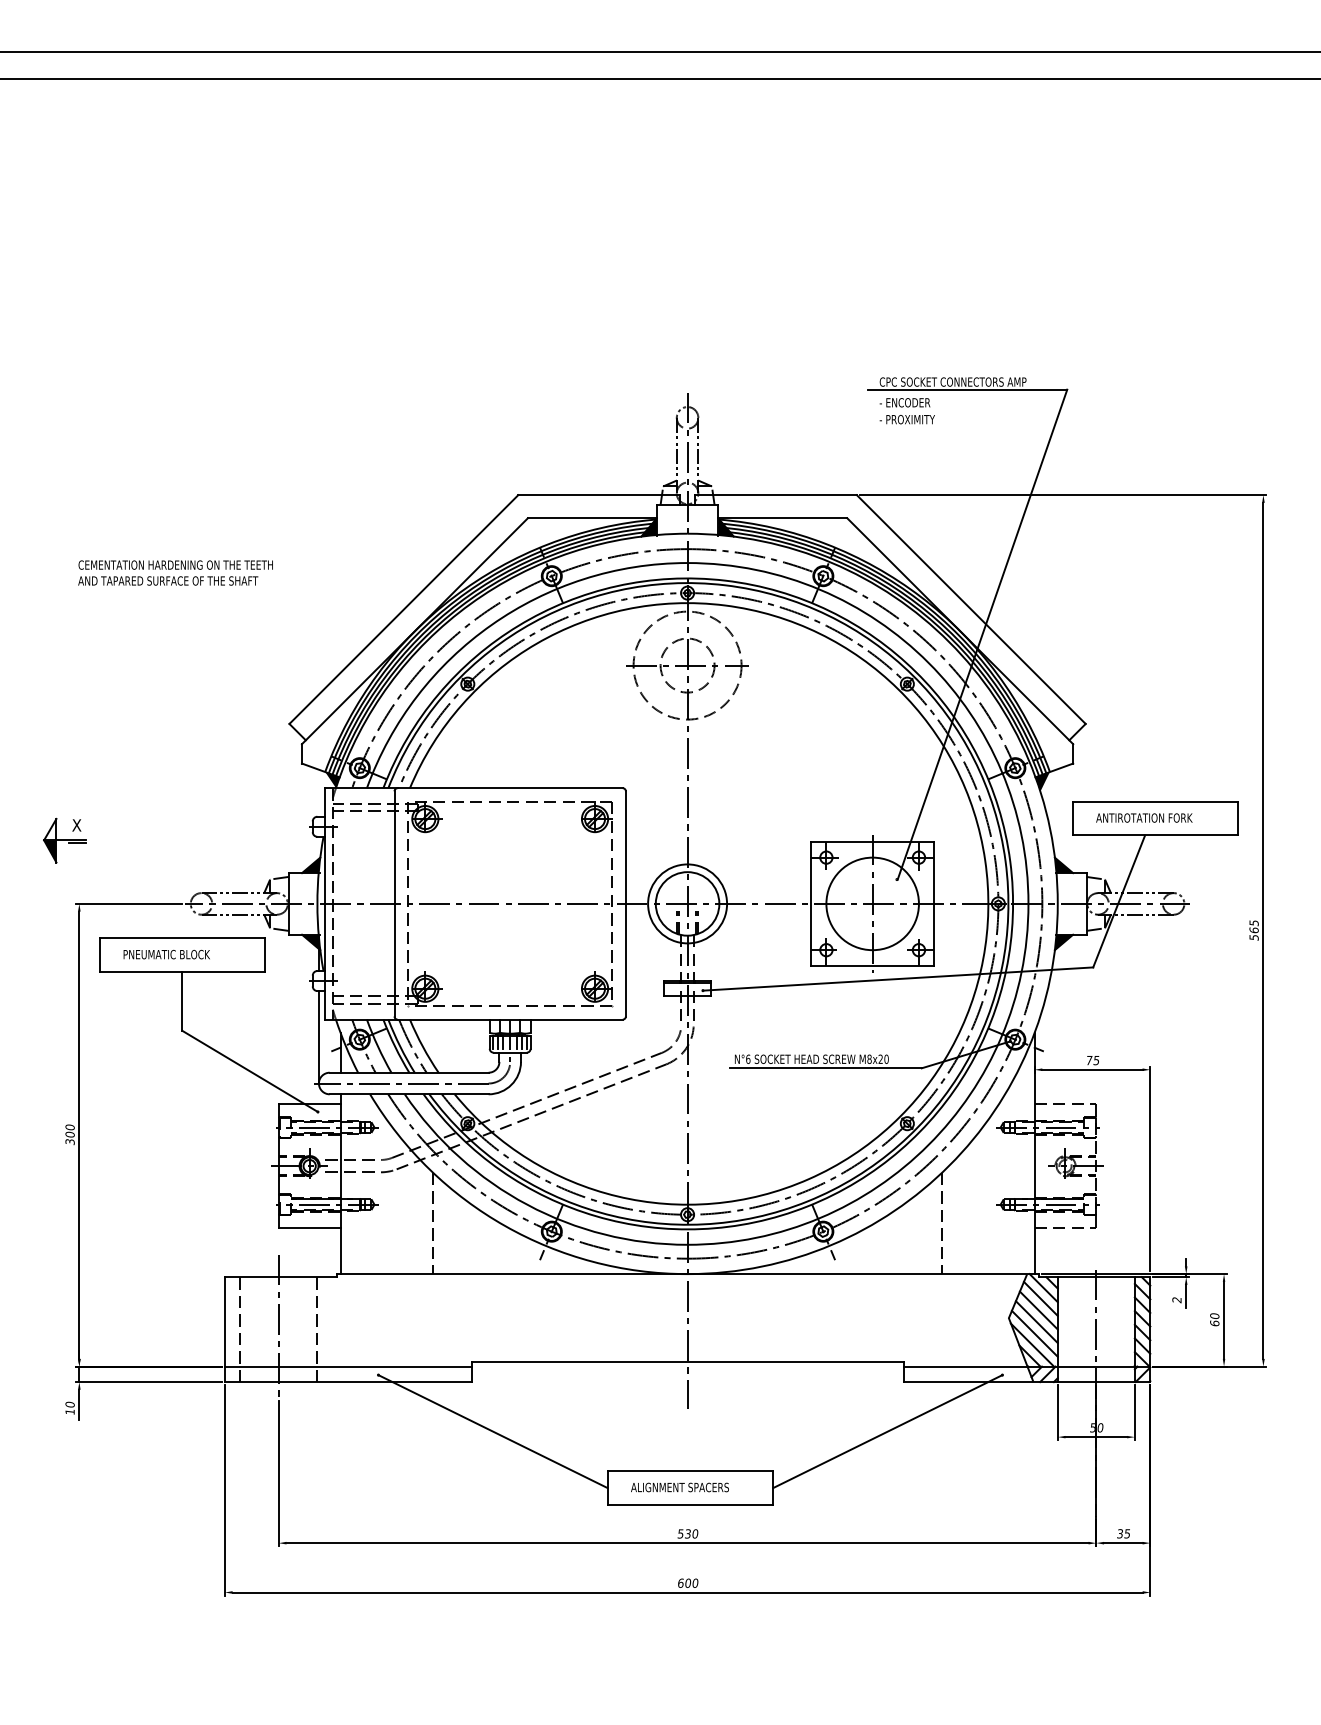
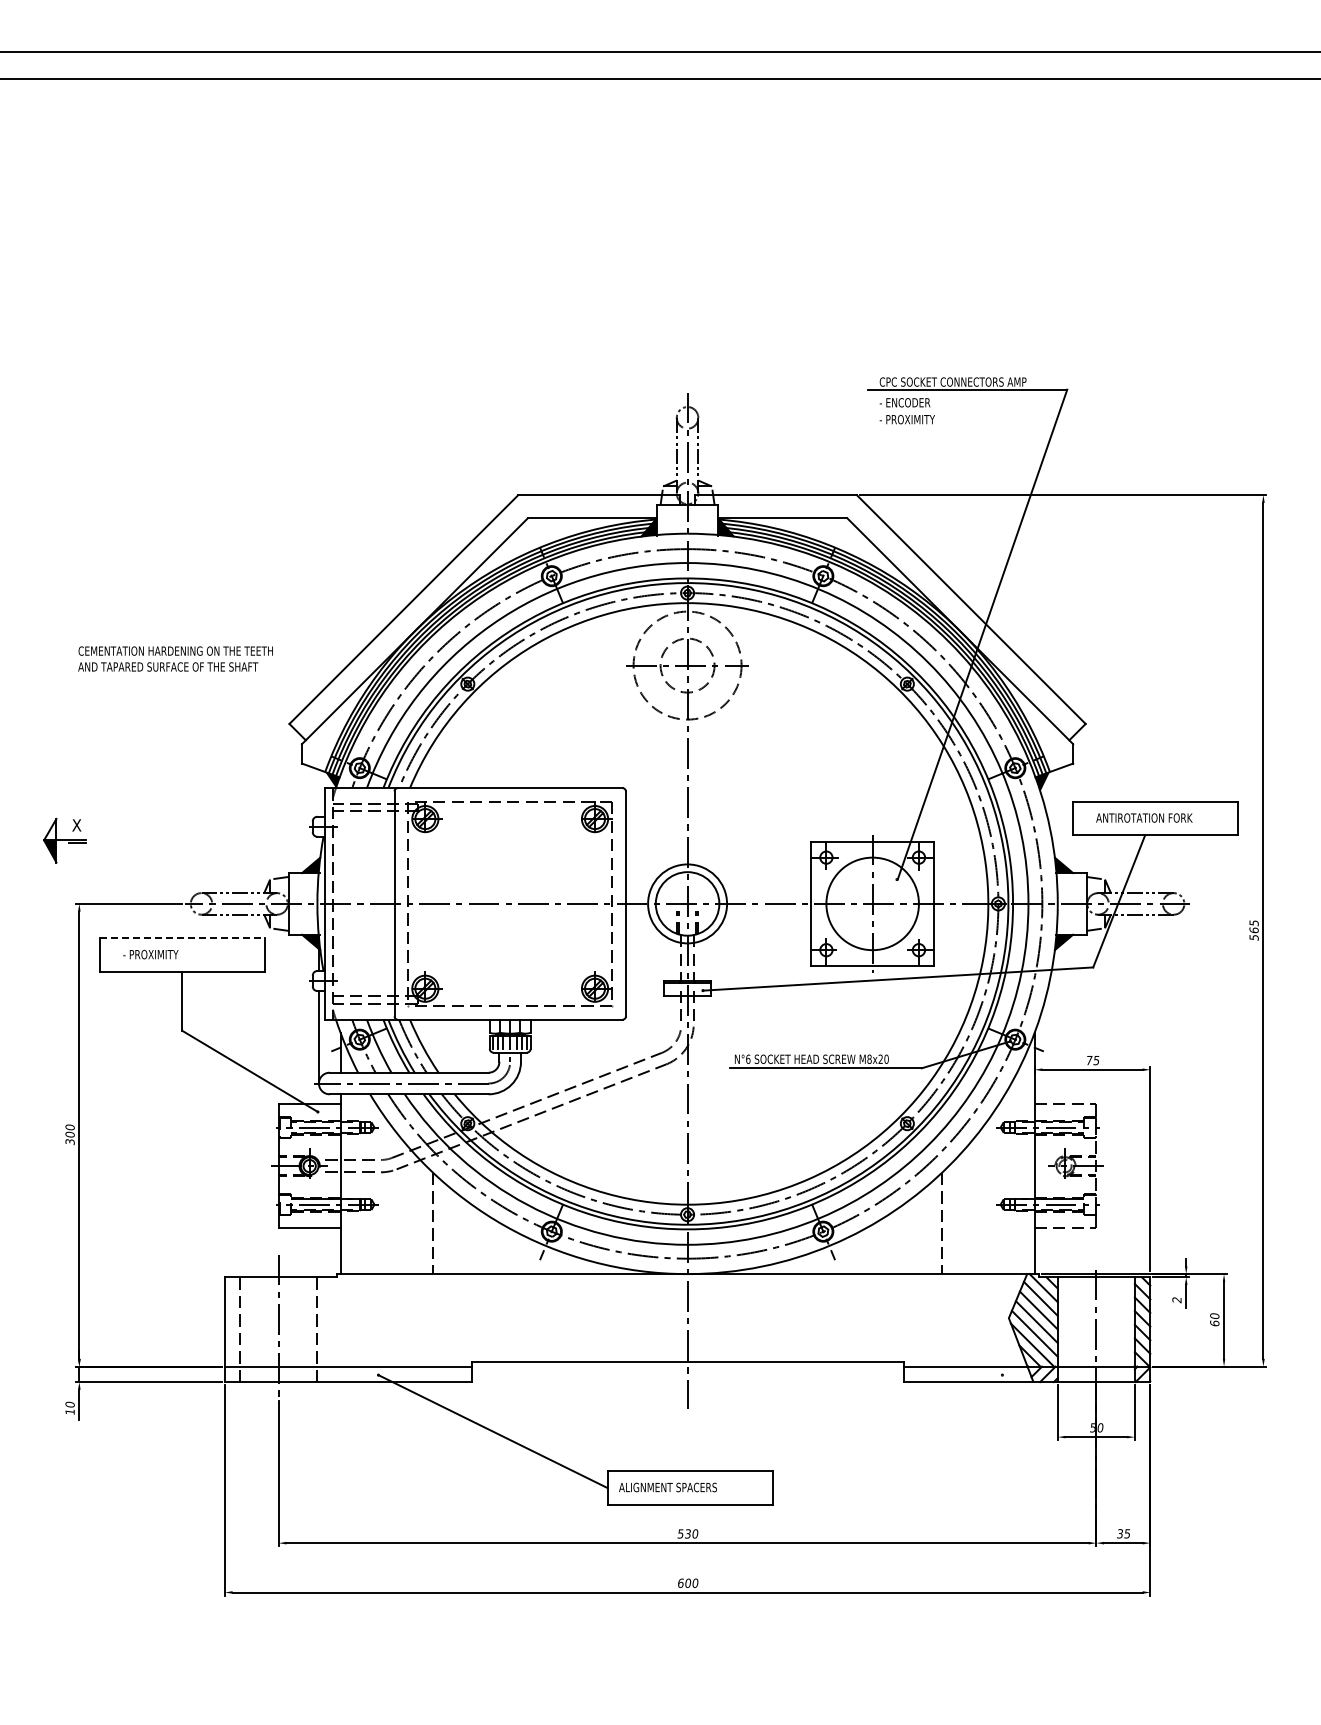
text at (175, 572) position: (175, 572) -> (175, 658)
line at (182, 938): solid -> dashed
text at (166, 954): PNEUMATIC BLOCK -> - PROXIMITY
line at (887, 1431): present -> none
text at (679, 1487) position: (679, 1487) -> (667, 1487)
